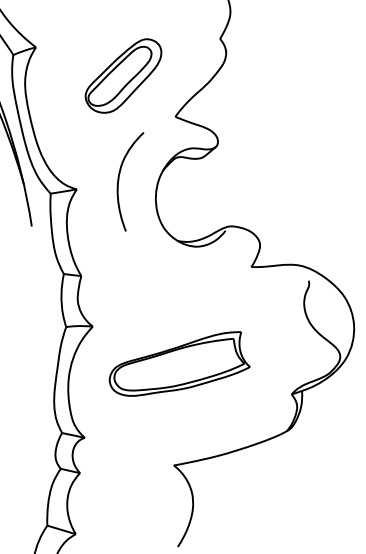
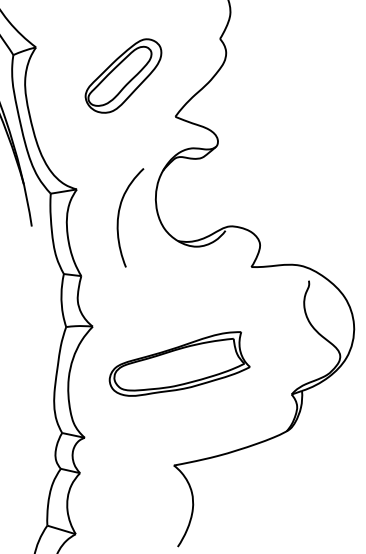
curve at (119, 180) position: (119, 180) -> (119, 216)
